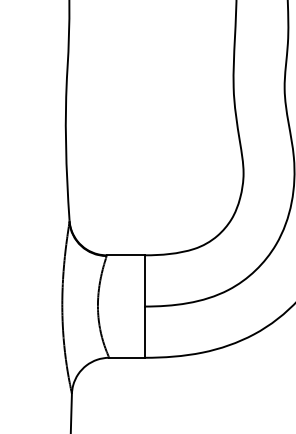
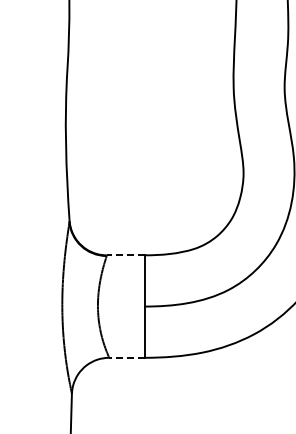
line at (125, 255): solid -> dashed
line at (126, 357): solid -> dashed
